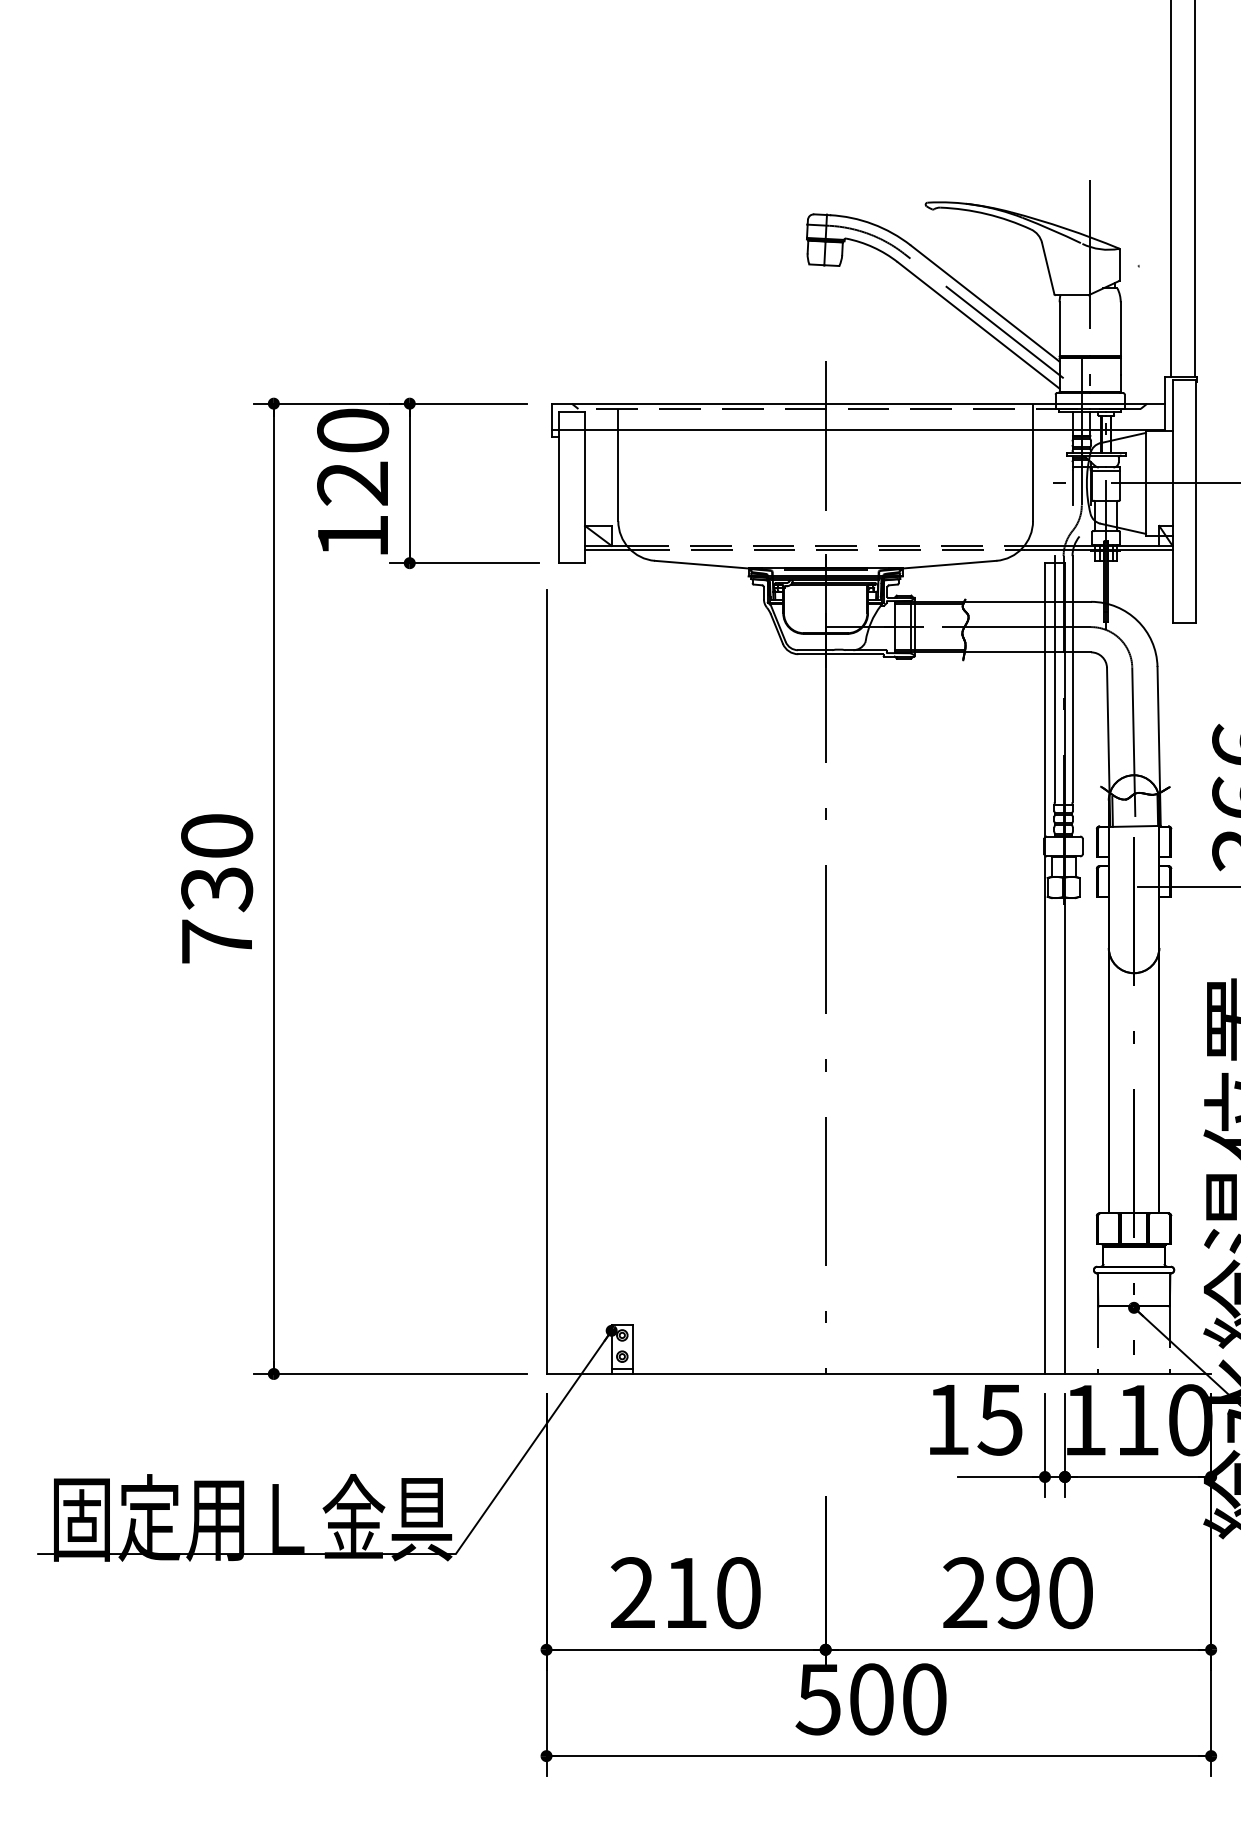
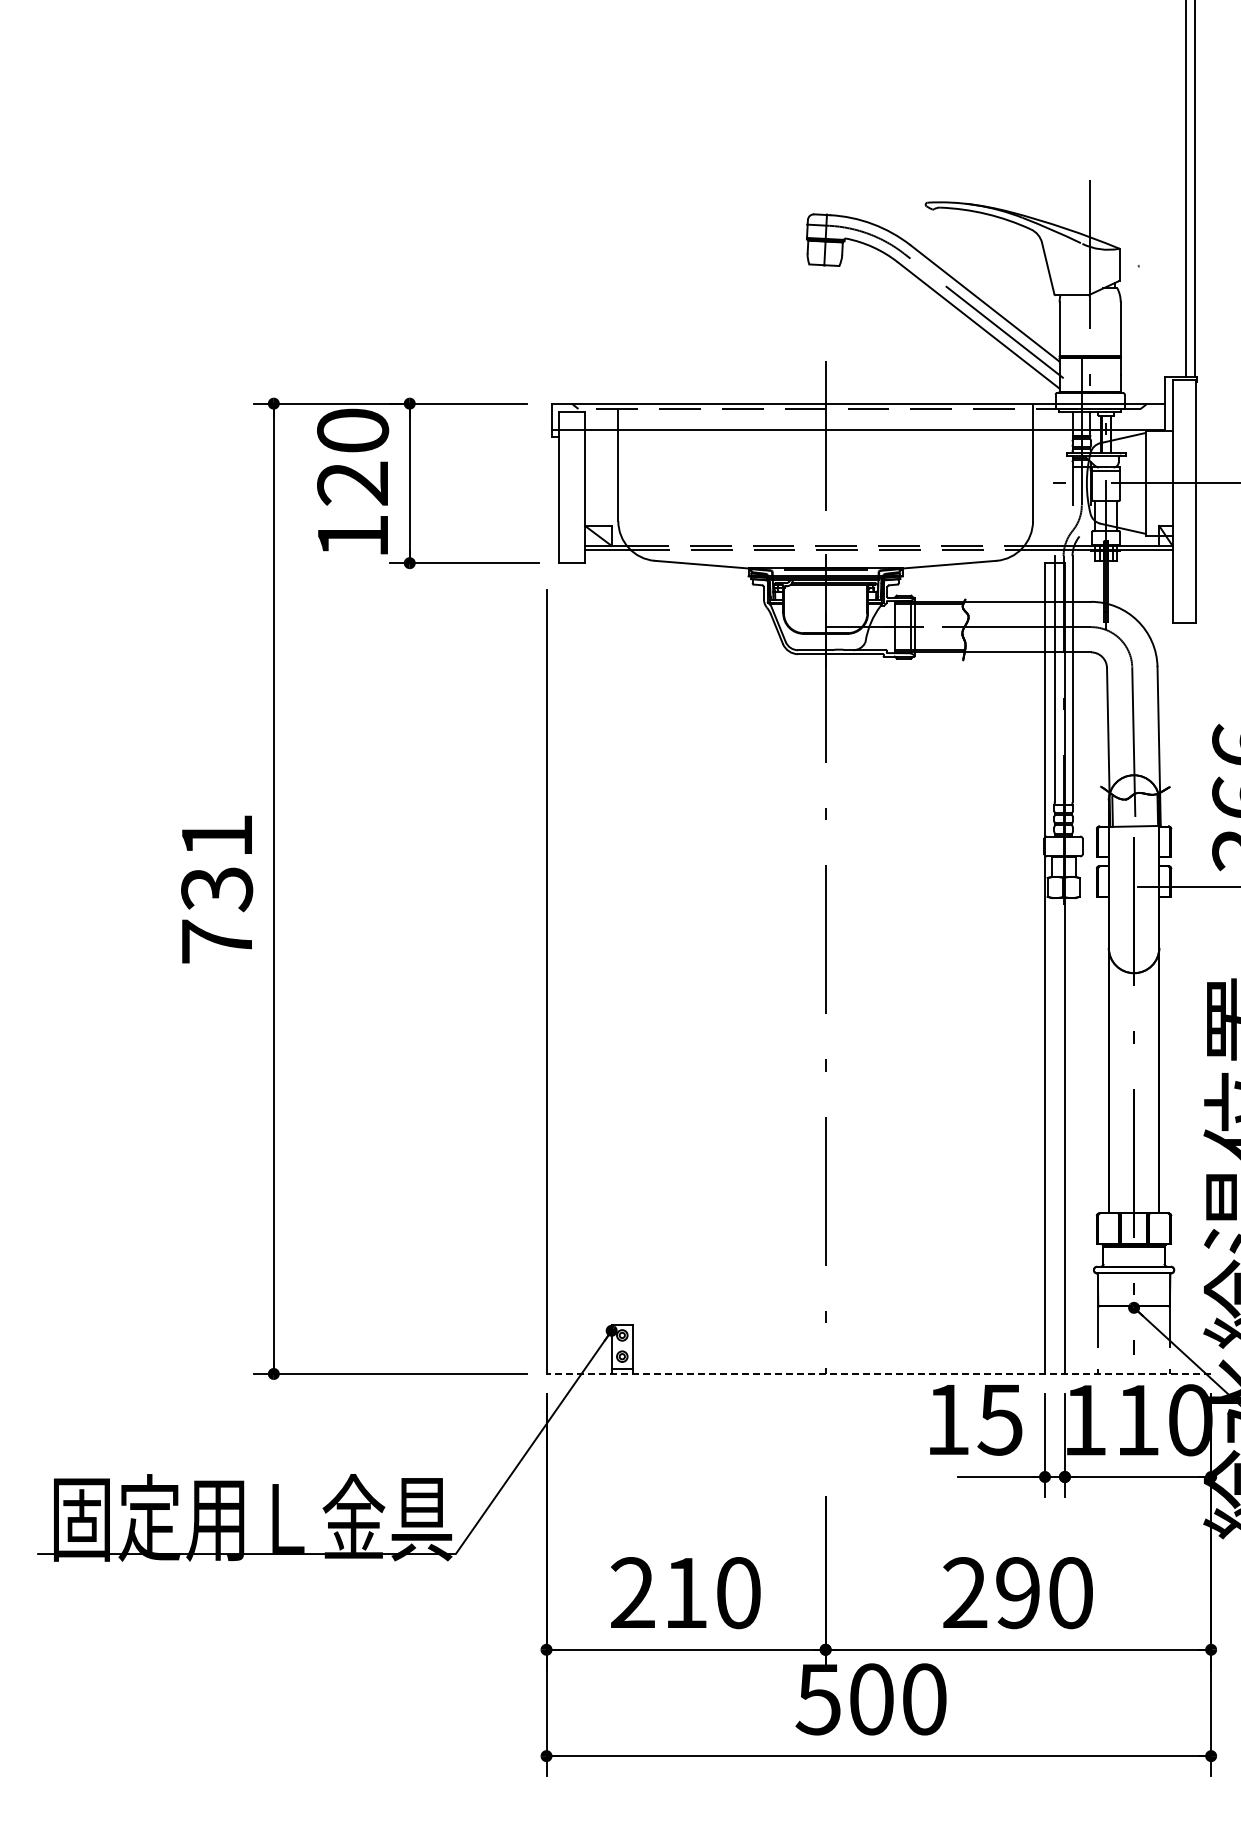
line at (1171, 189) position: (1171, 189) -> (1186, 189)
text at (217, 835): 730 -> 731
line at (878, 1373): solid -> dashed
